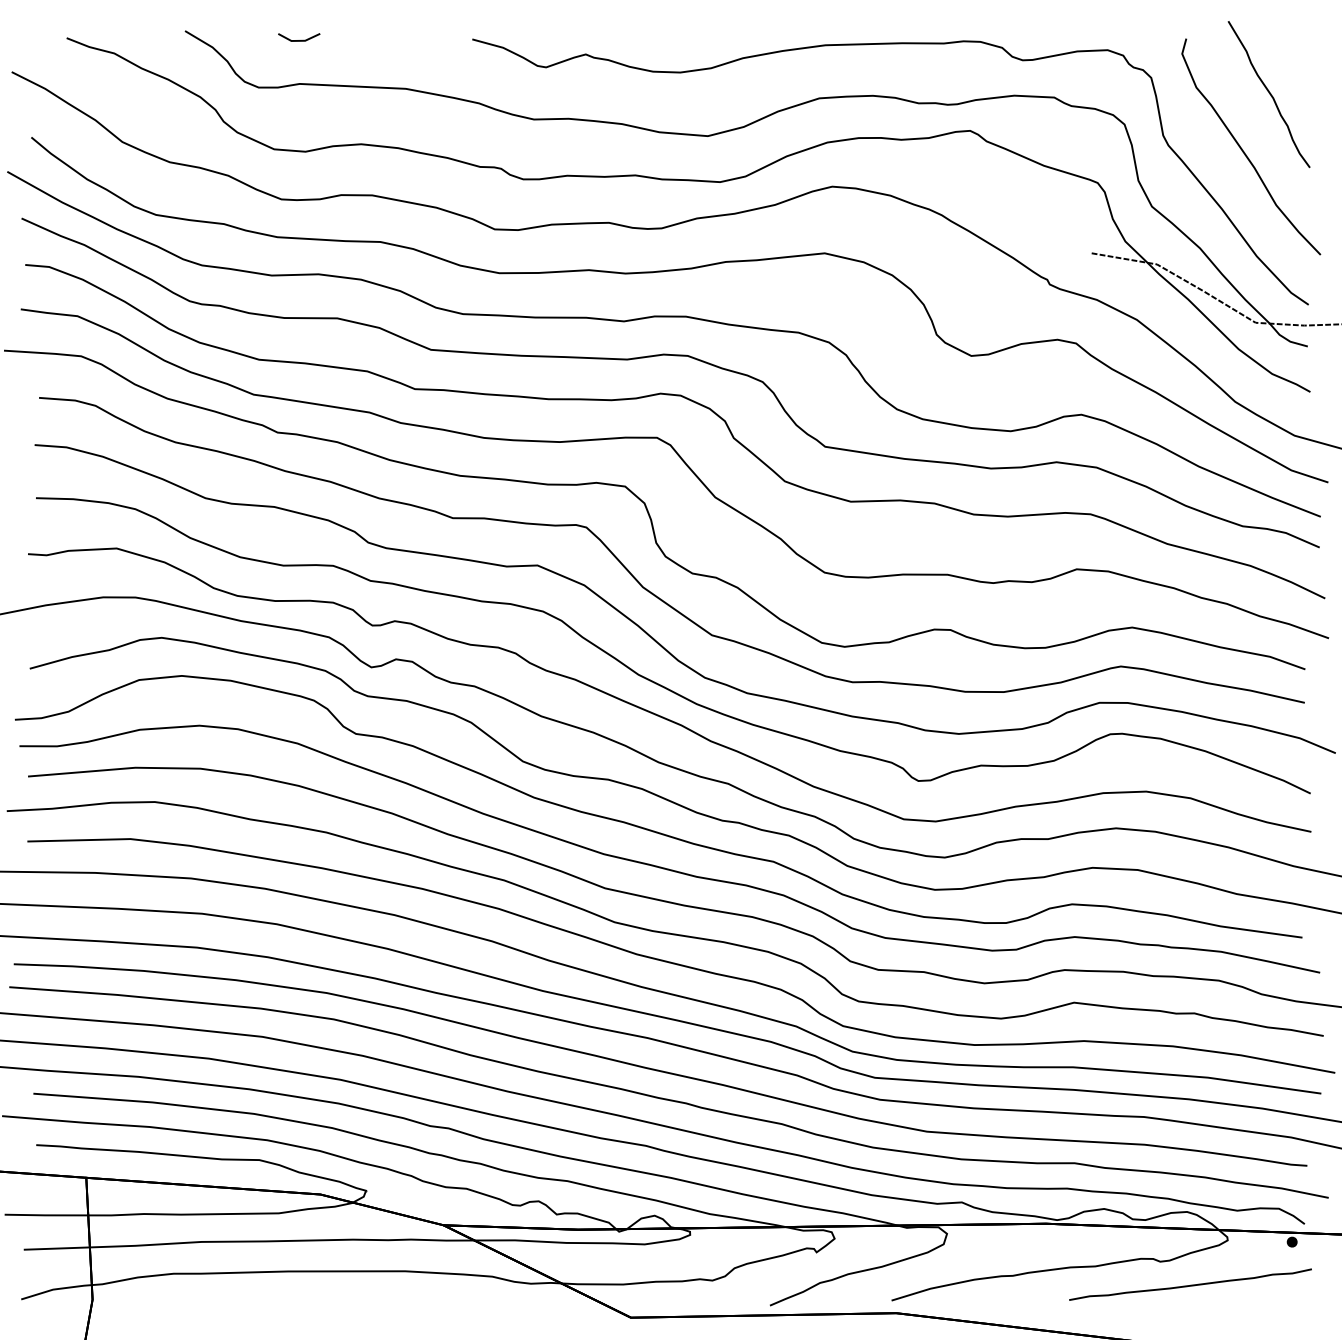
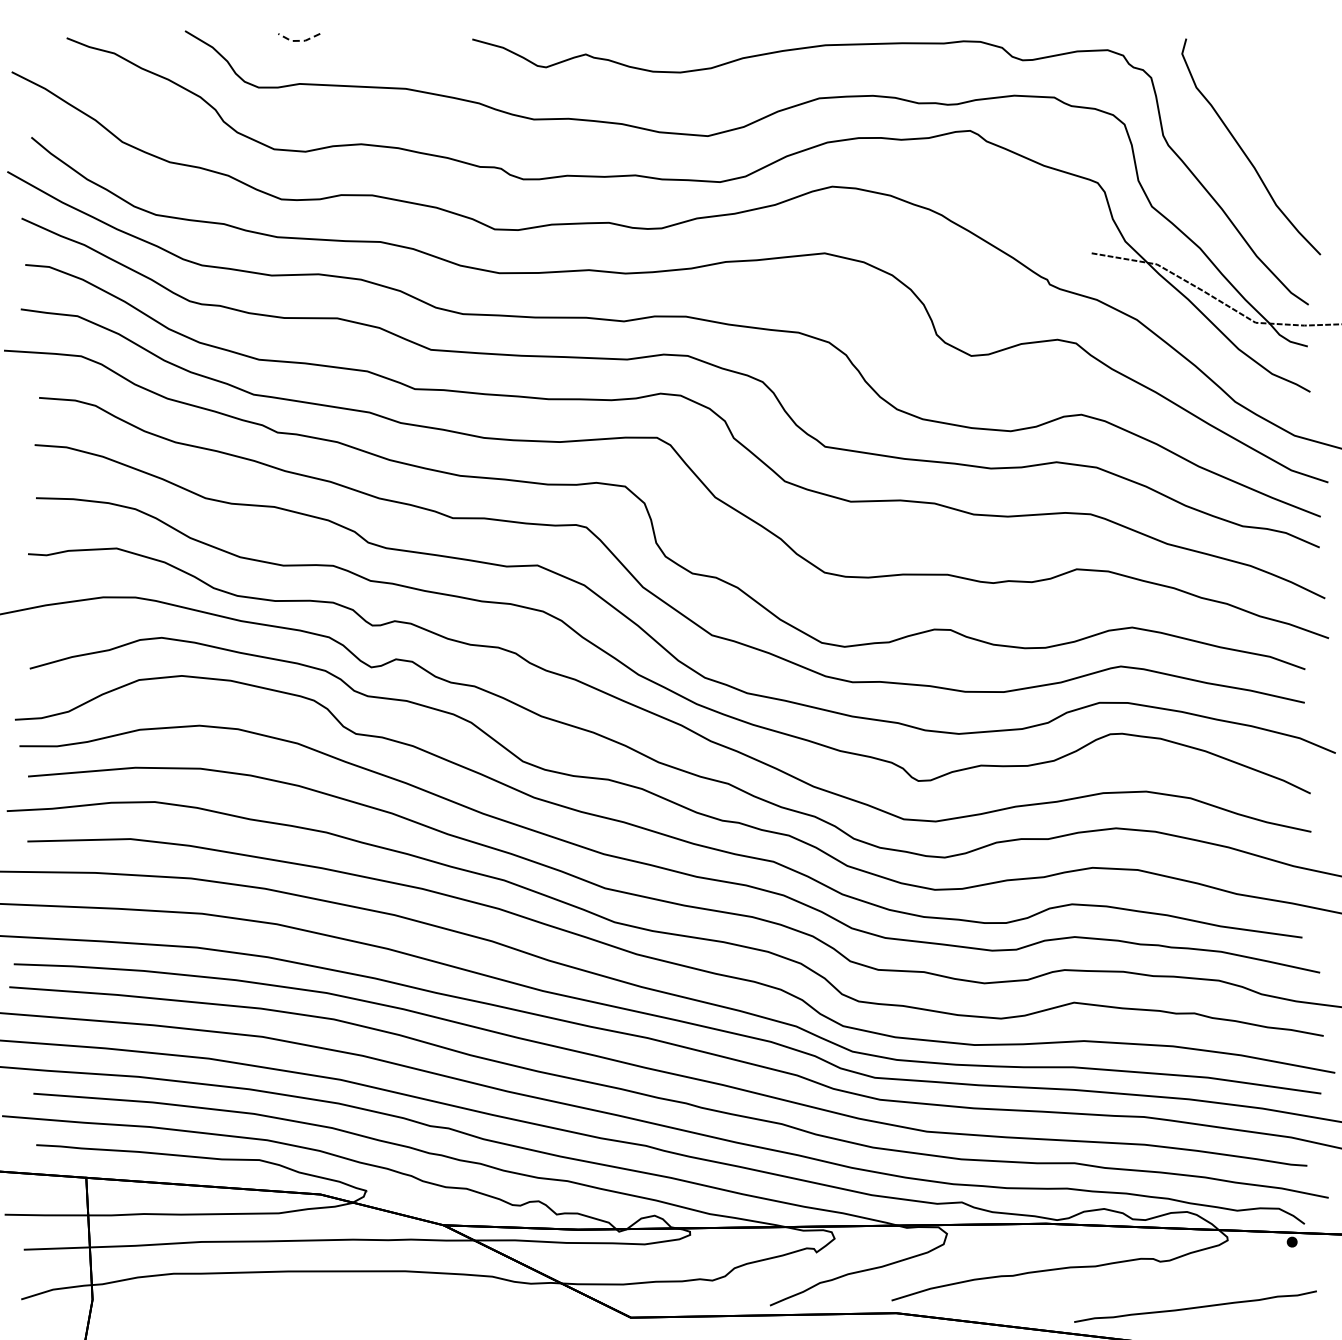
line at (299, 40): solid -> dashed
curve at (1268, 93): present -> none
curve at (1190, 1284) position: (1190, 1284) -> (1195, 1306)
